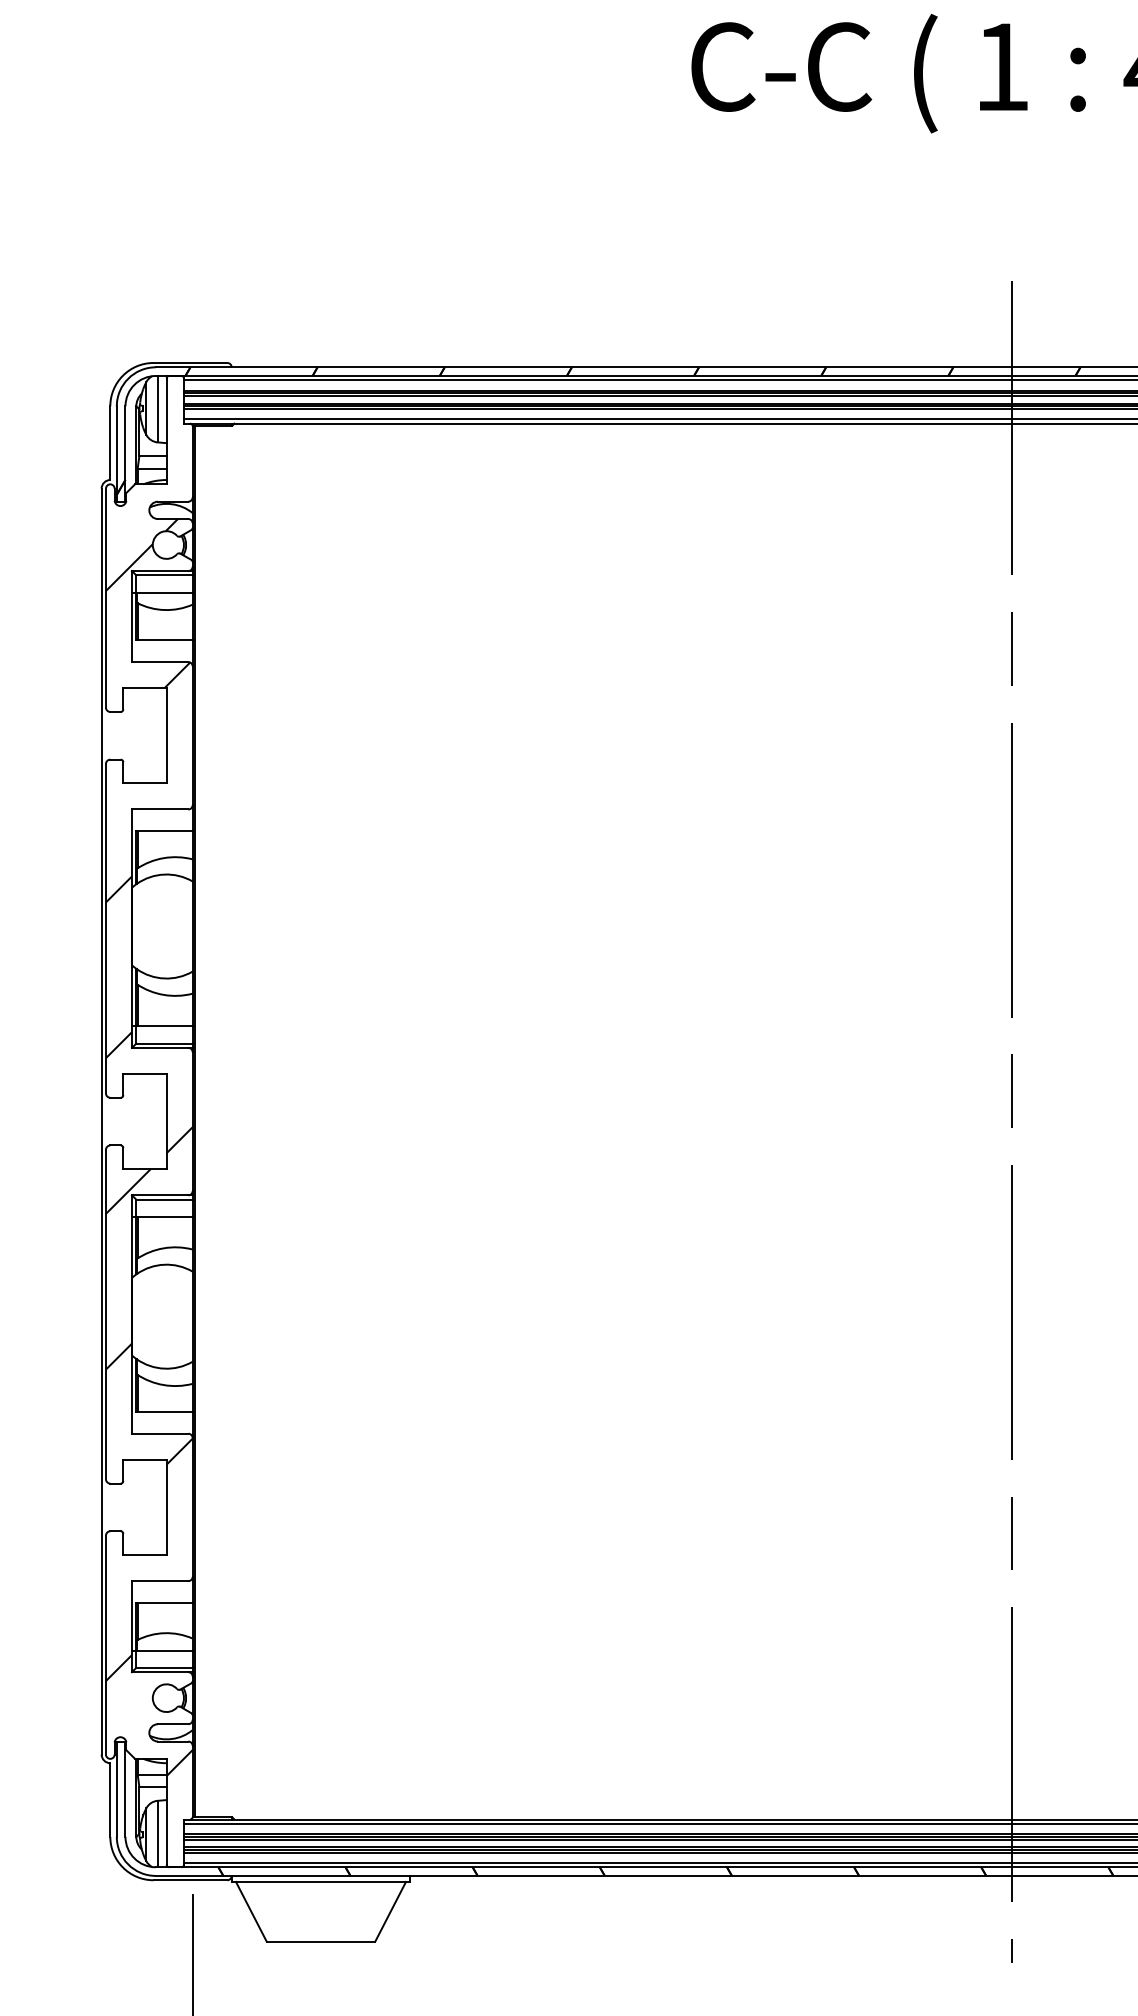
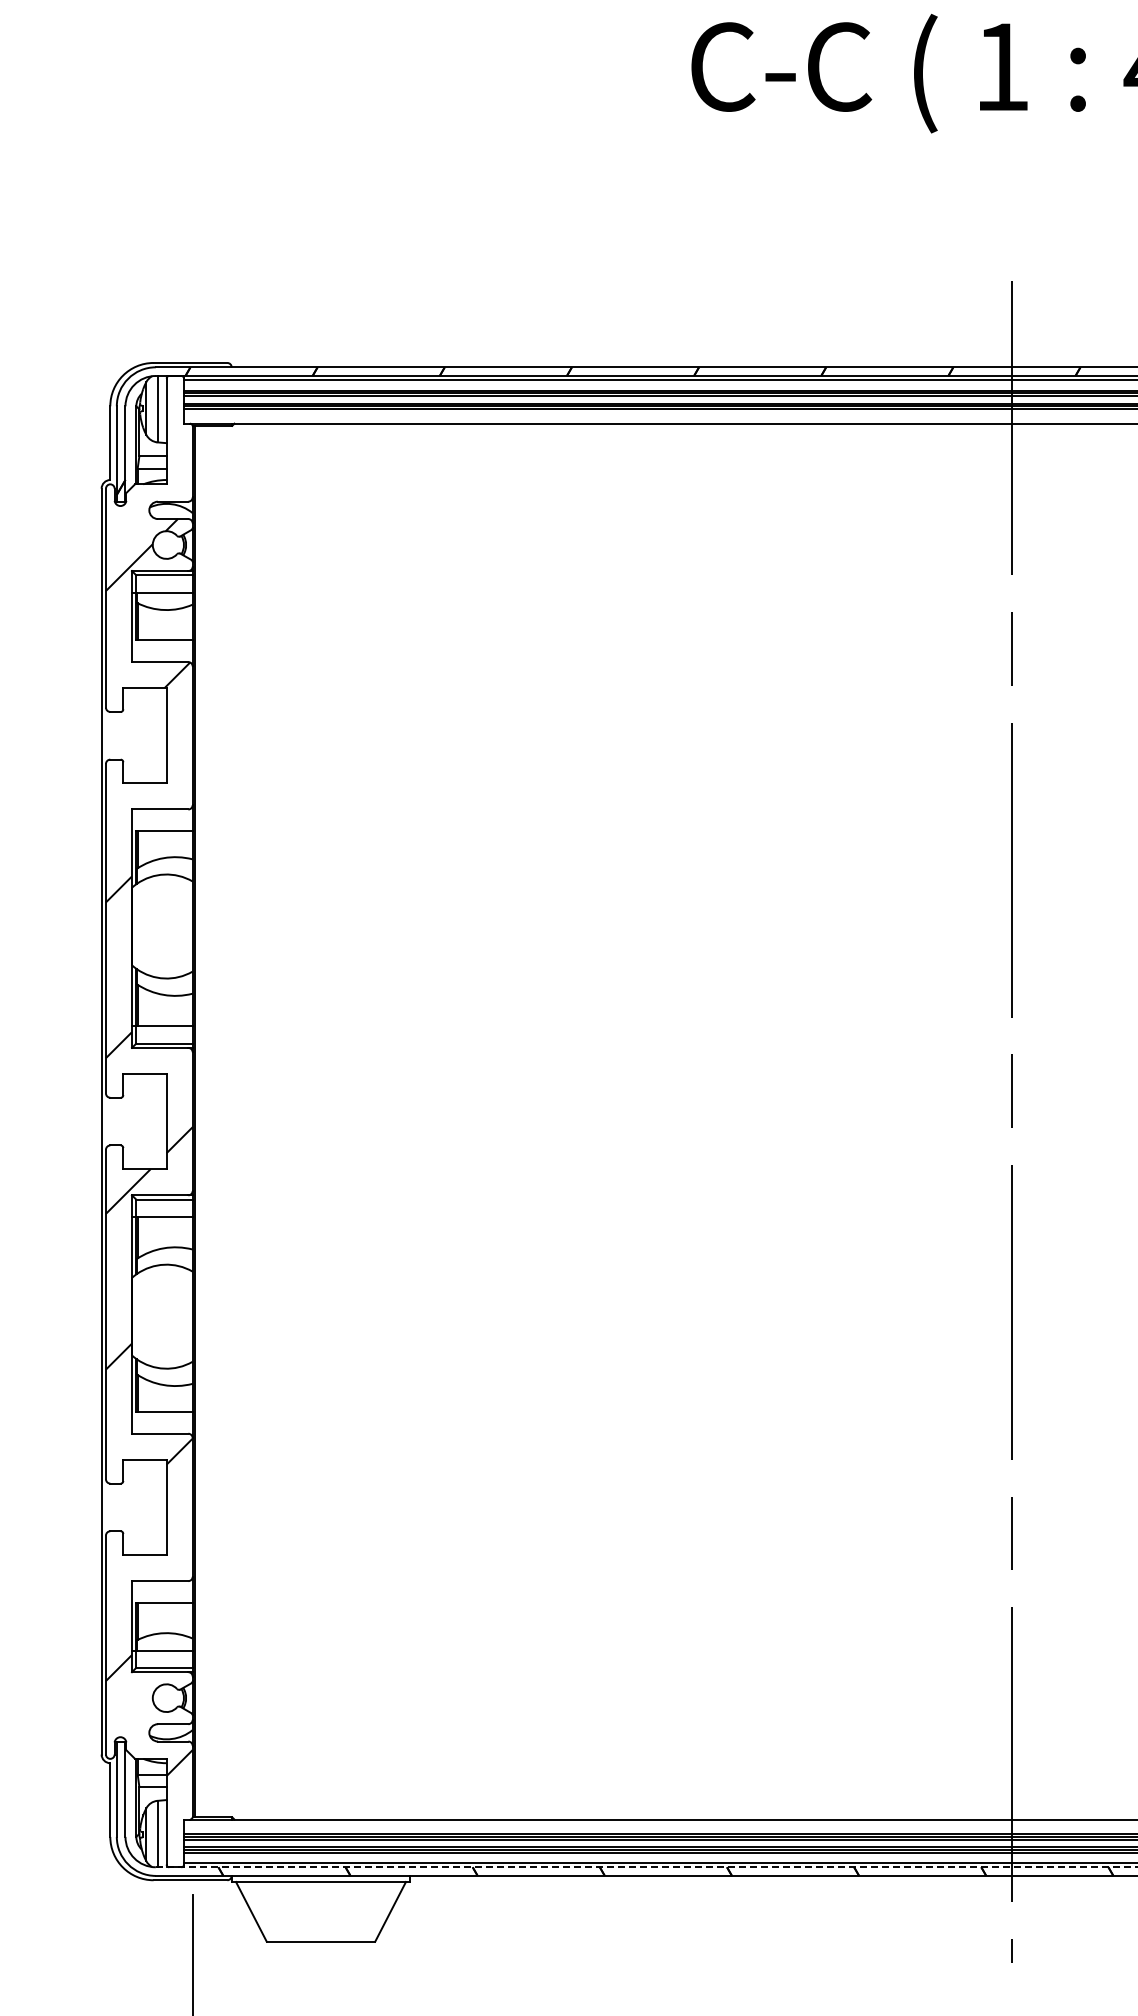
line at (659, 419): present -> none
line at (659, 1823): present -> none
line at (646, 1867): solid -> dashed
